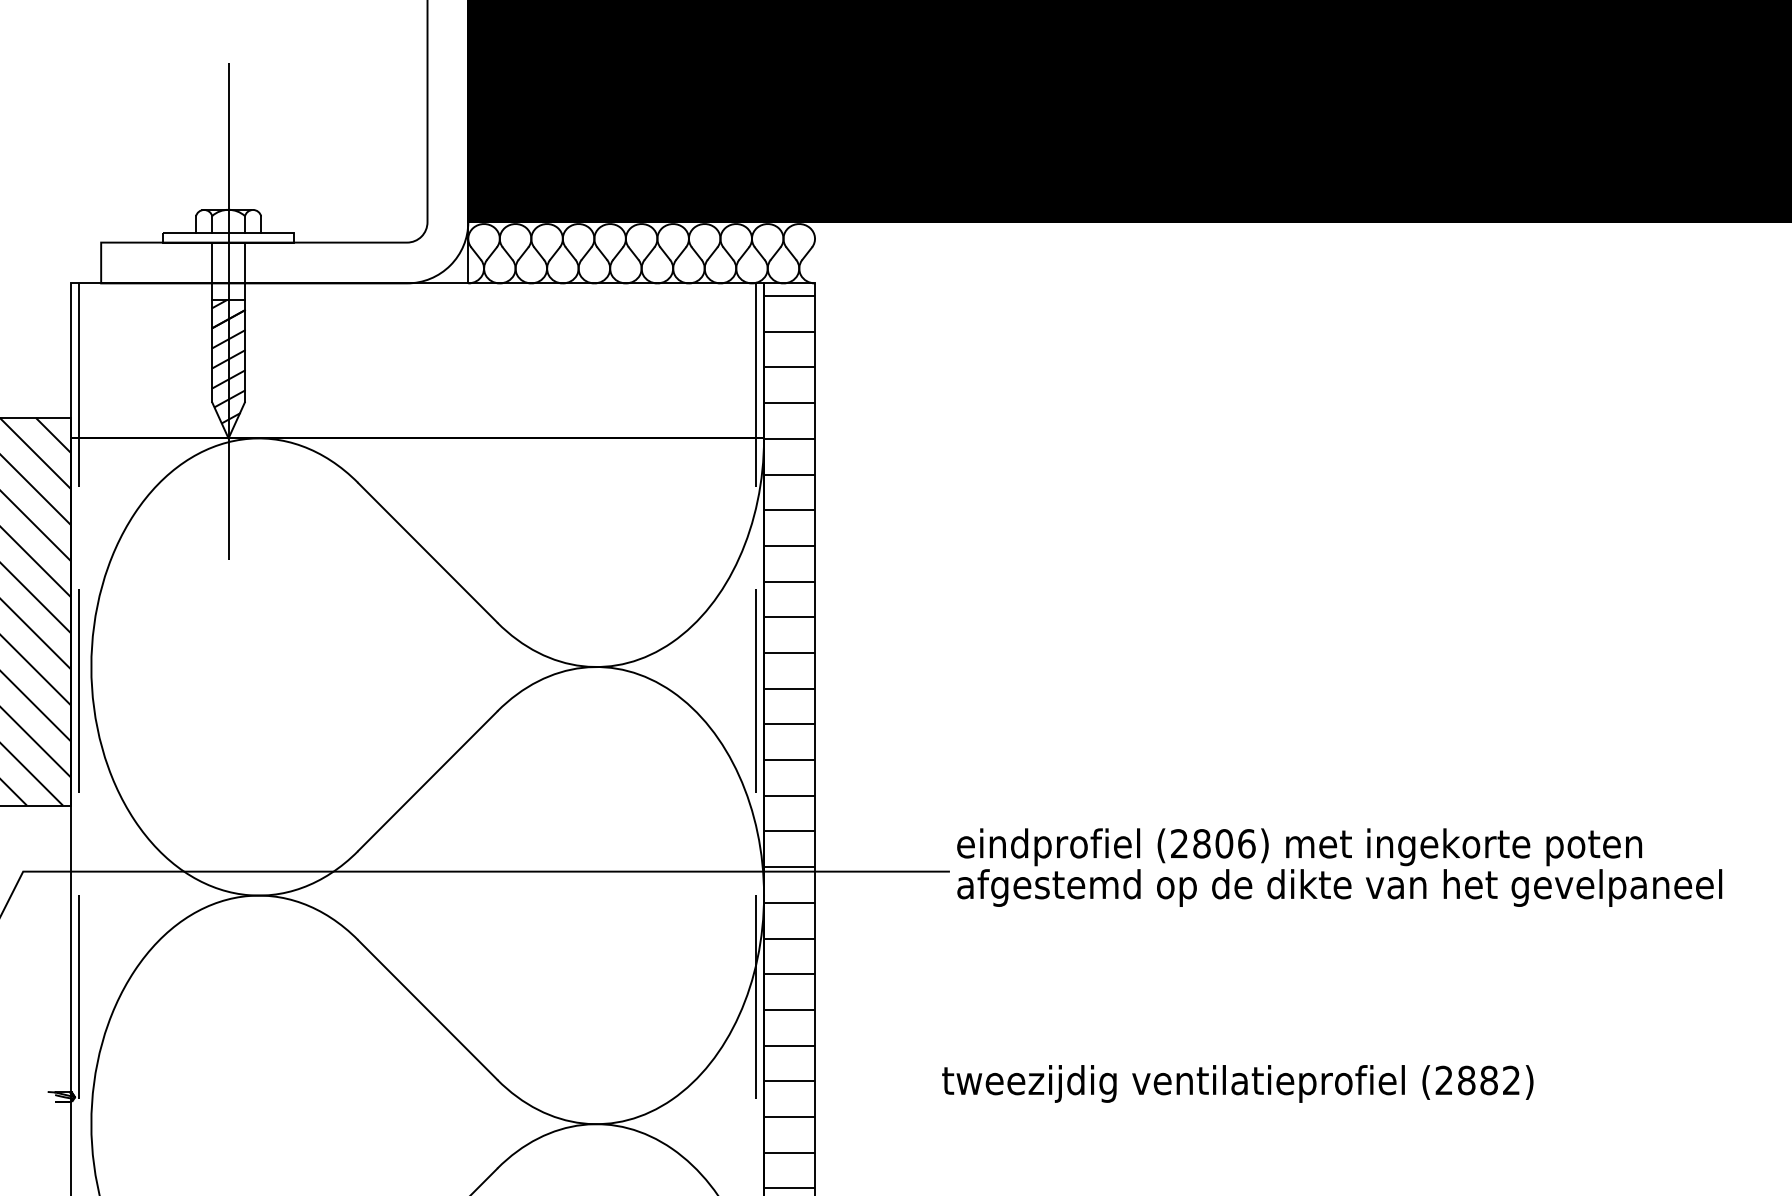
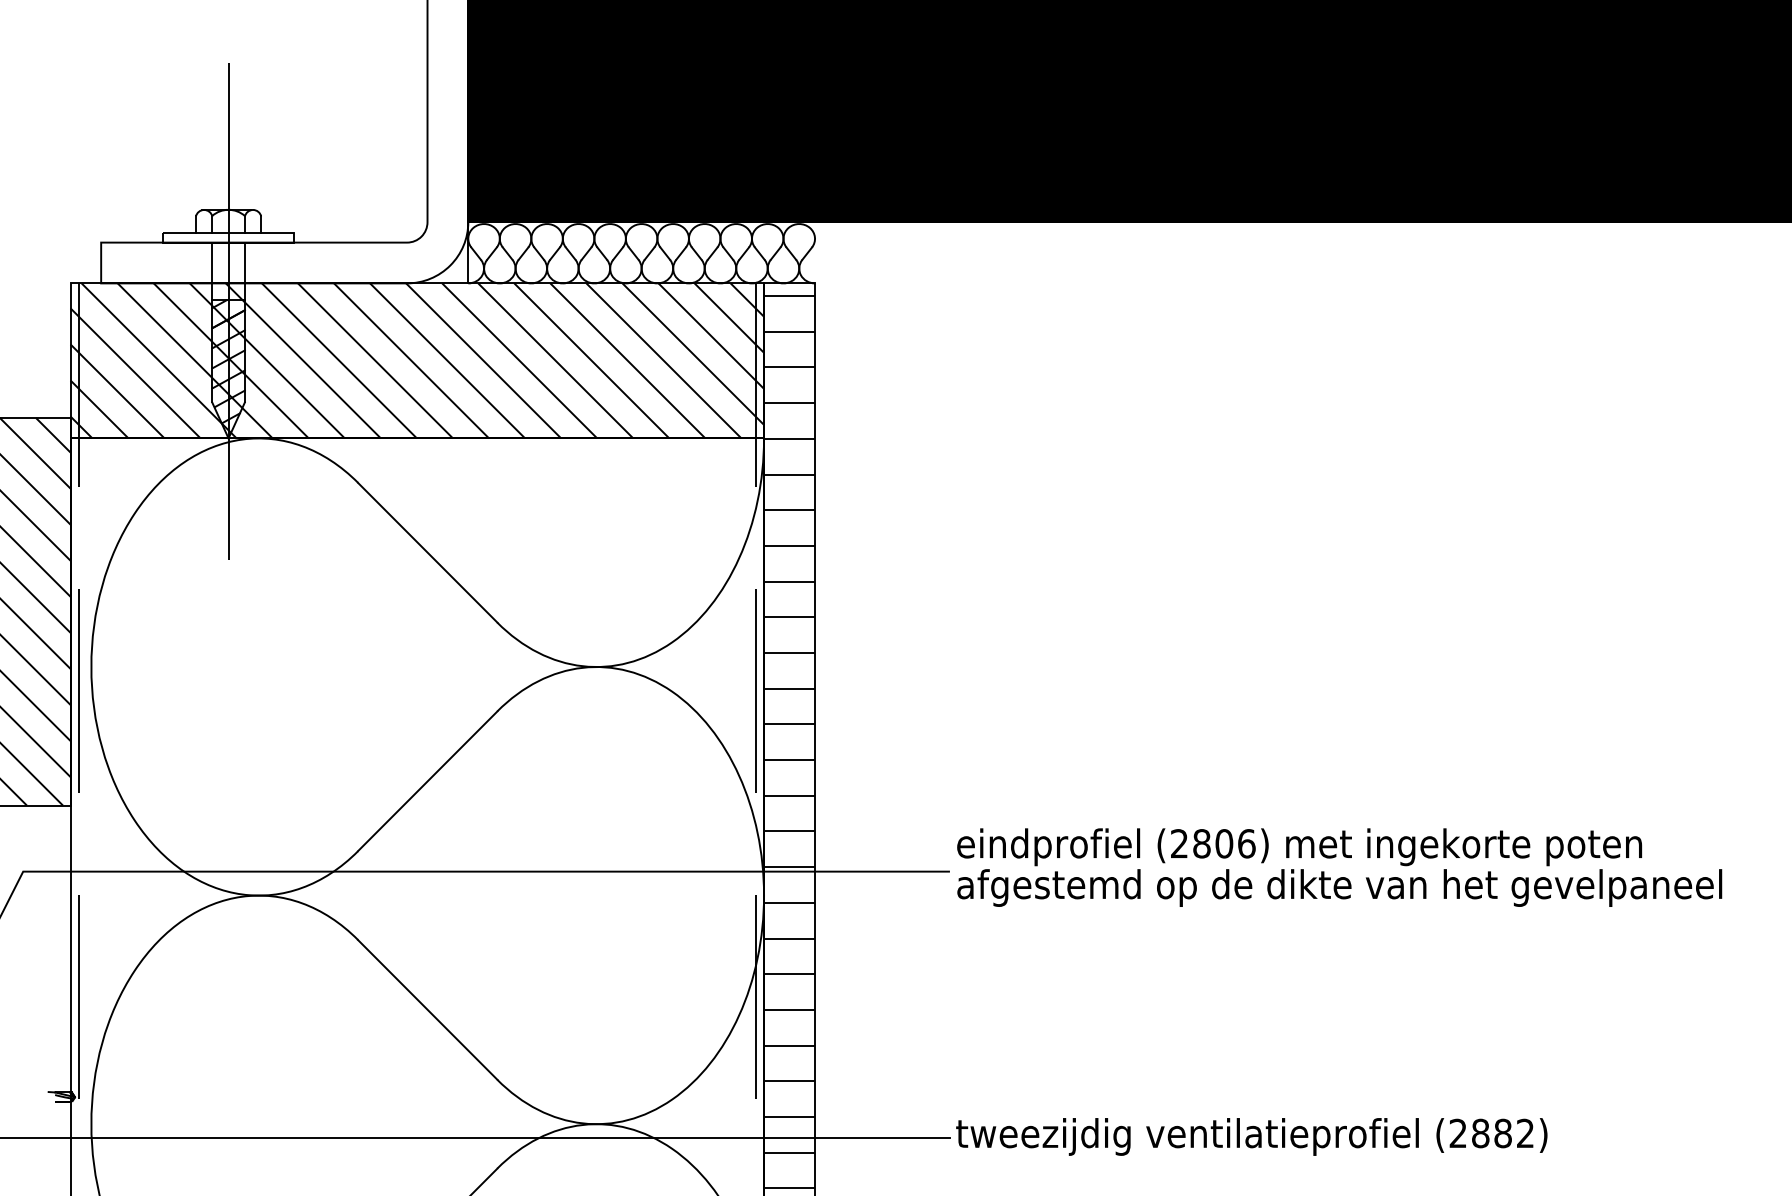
hatch at (417, 360): none -> present
text at (1237, 1083) position: (1237, 1083) -> (1251, 1136)
line at (475, 1138): none -> present
